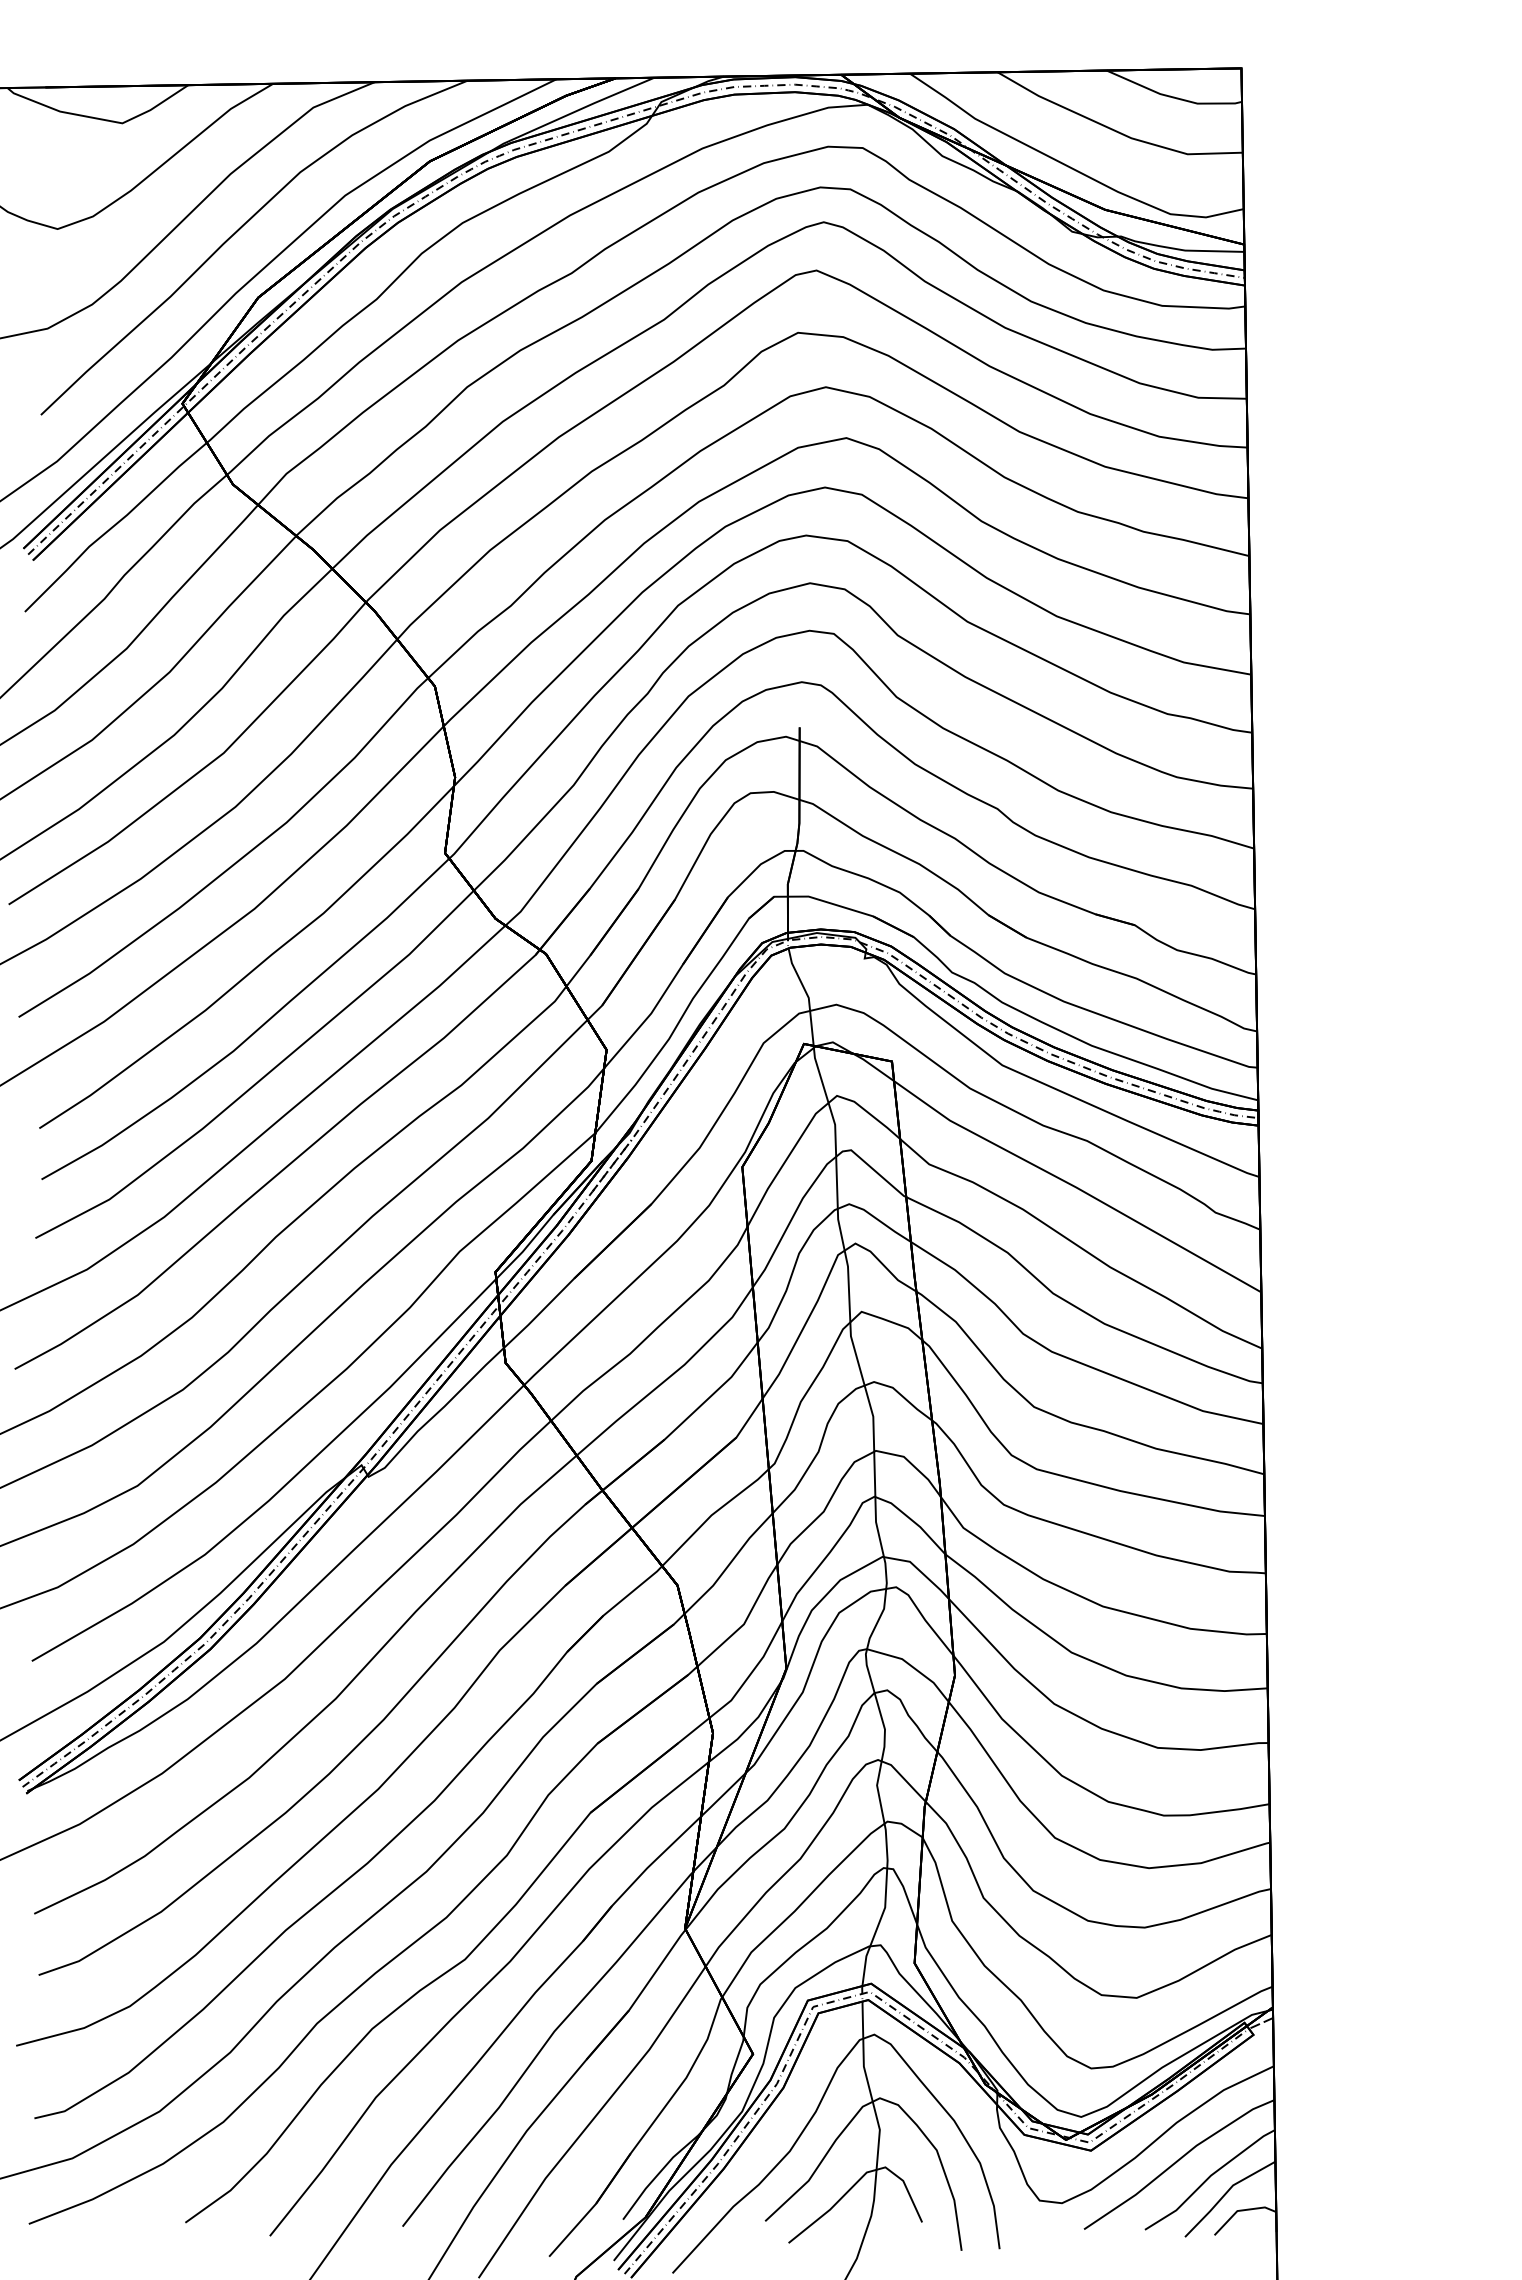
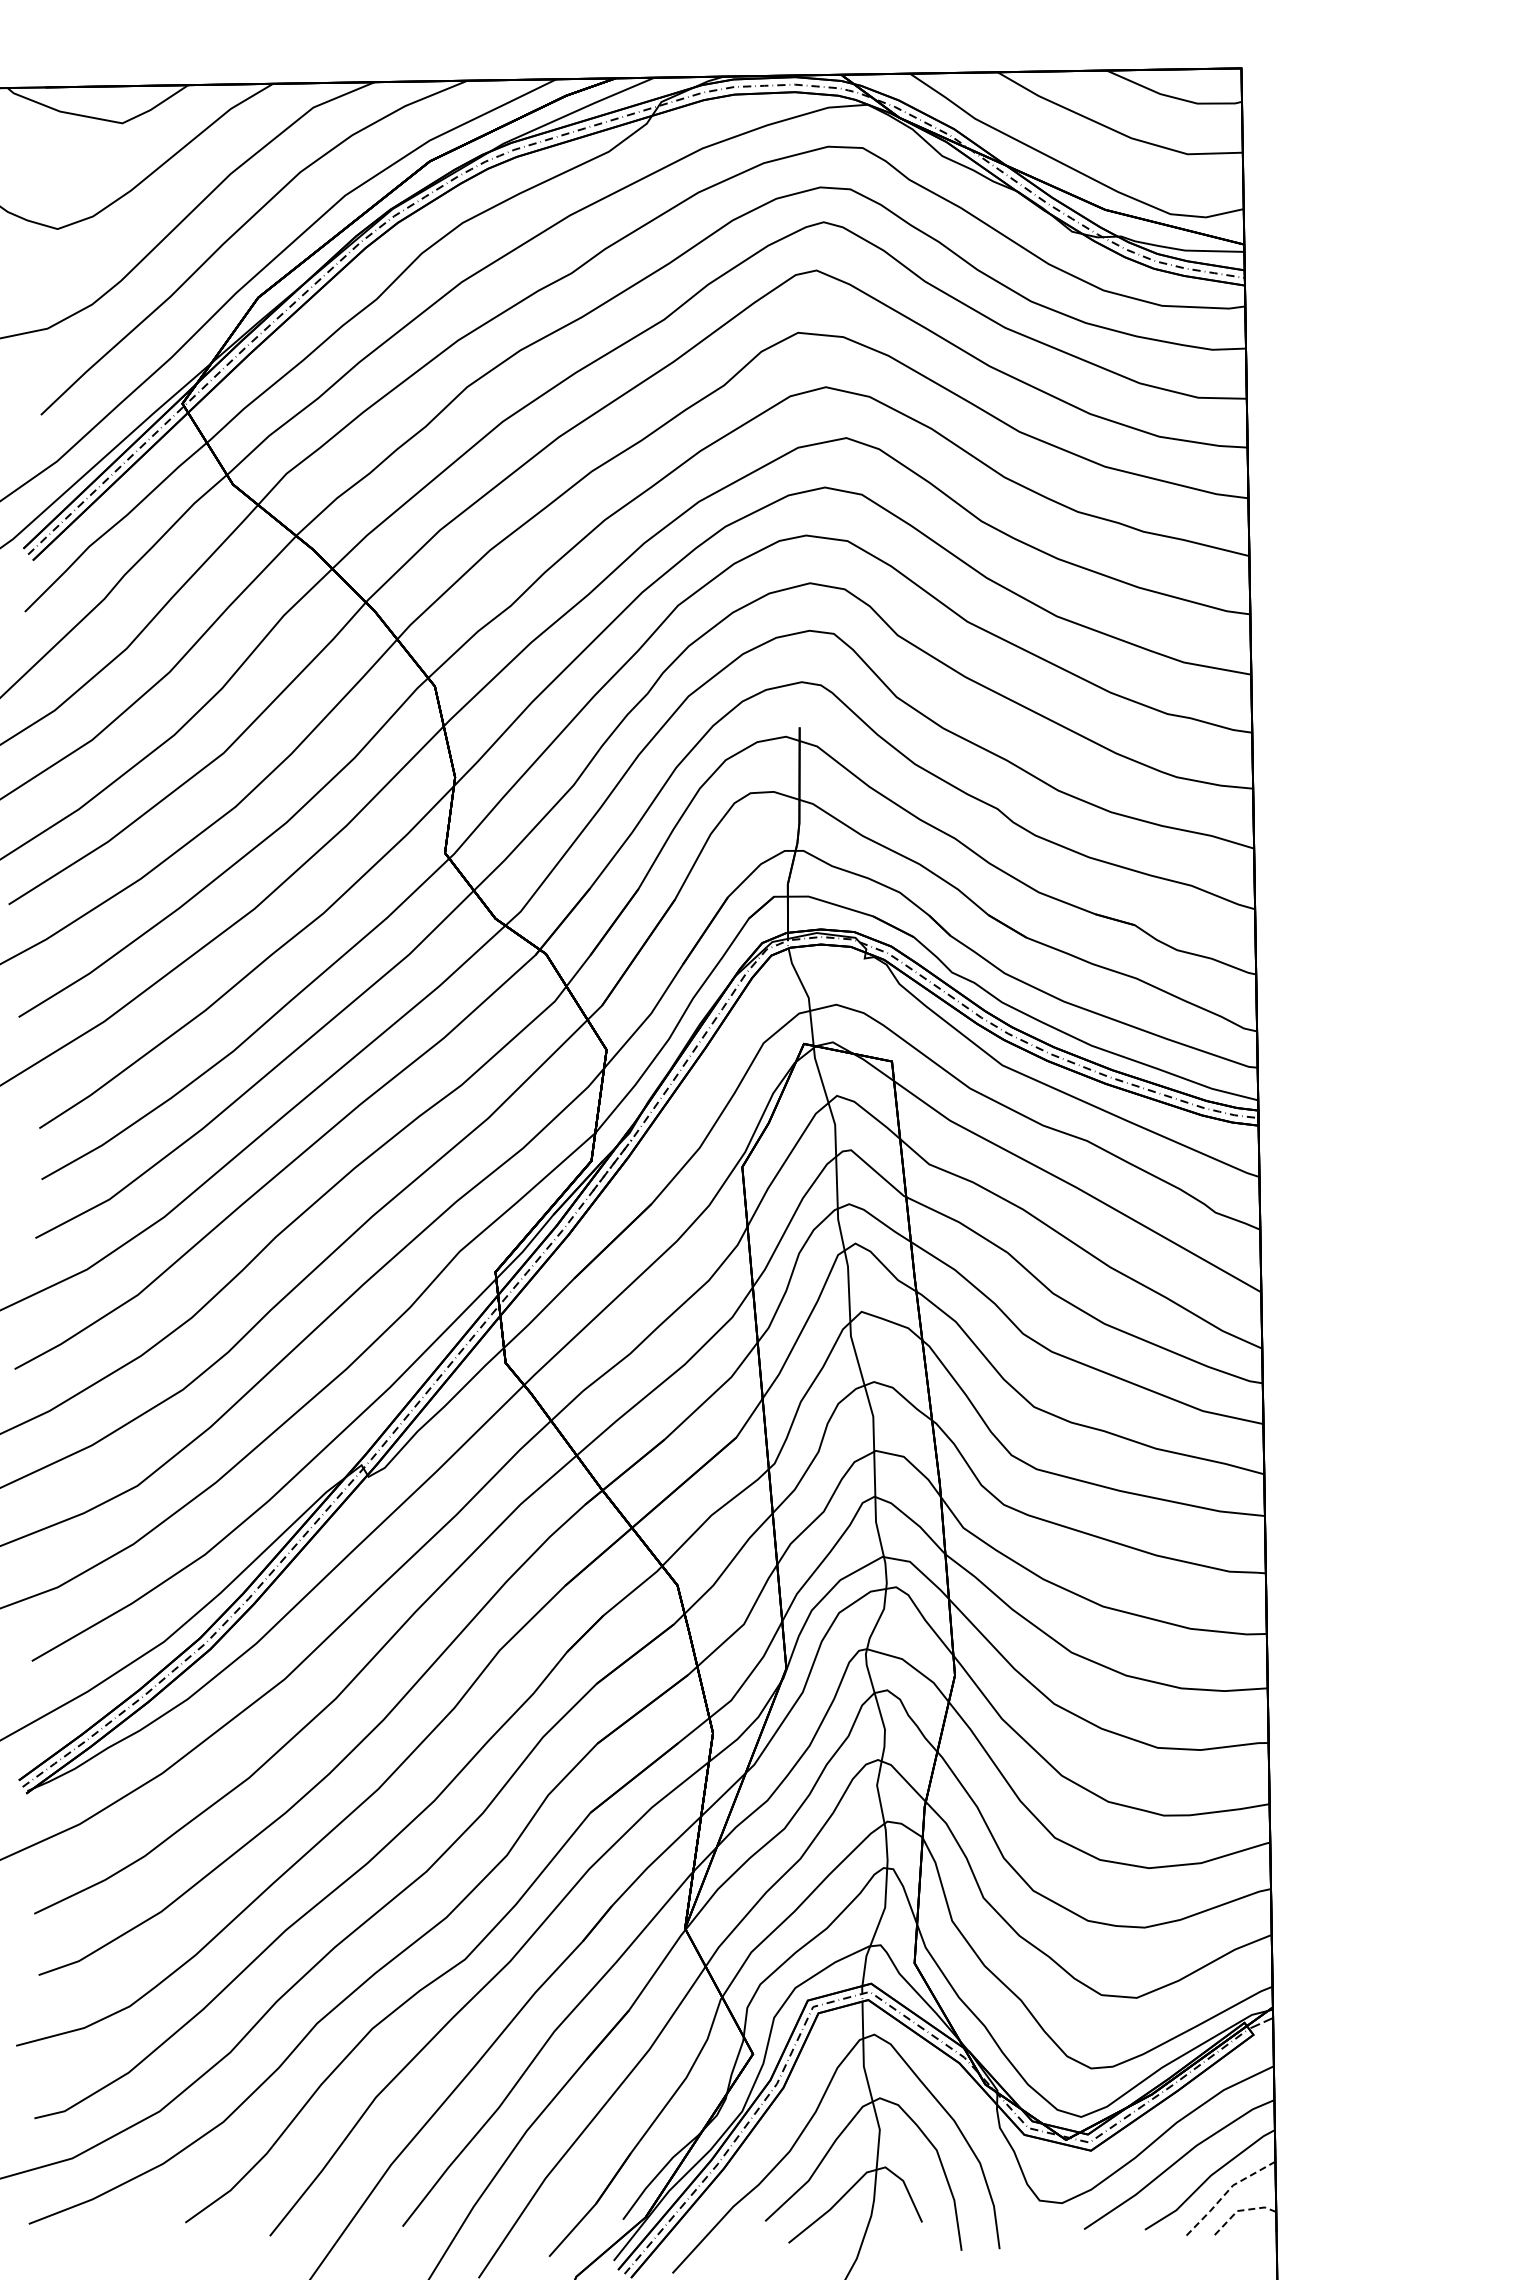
line at (1225, 2194): solid -> dashed
line at (1240, 2210): solid -> dashed
